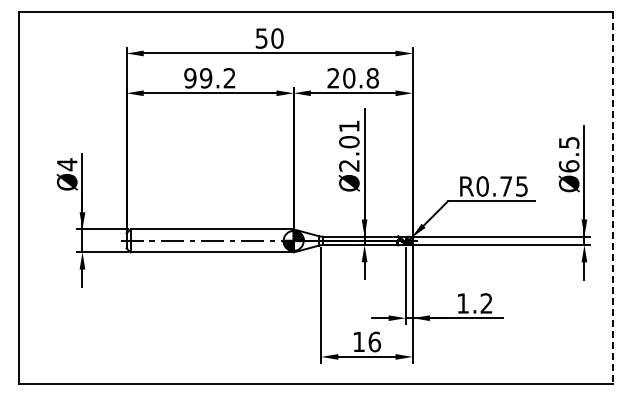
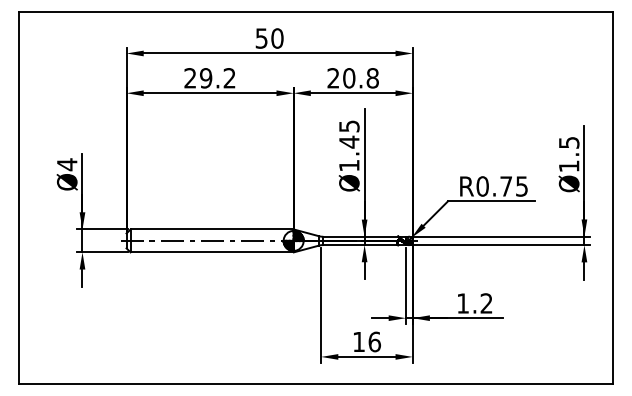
text at (190, 78): 99.2 -> 29.2
text at (349, 145): Ø2.01 -> Ø1.45
text at (568, 166): Ø6.5 -> Ø1.5
line at (613, 198): dashed -> solid
